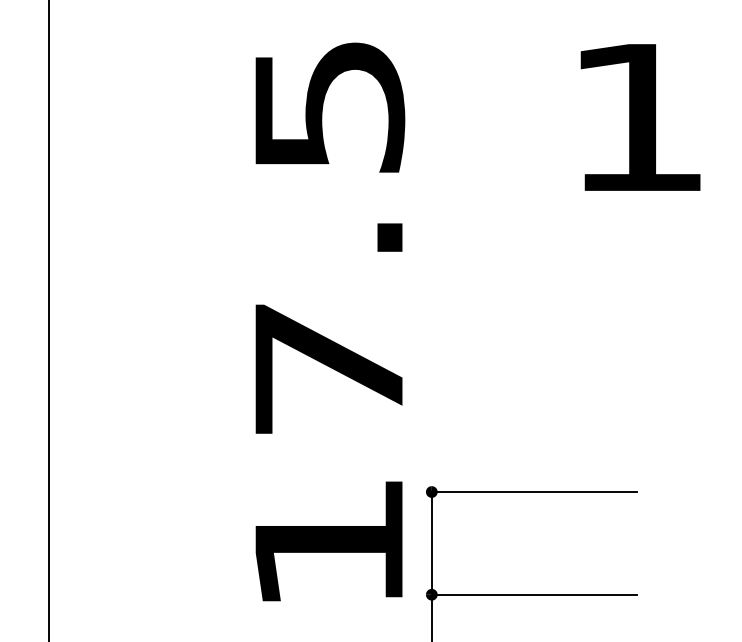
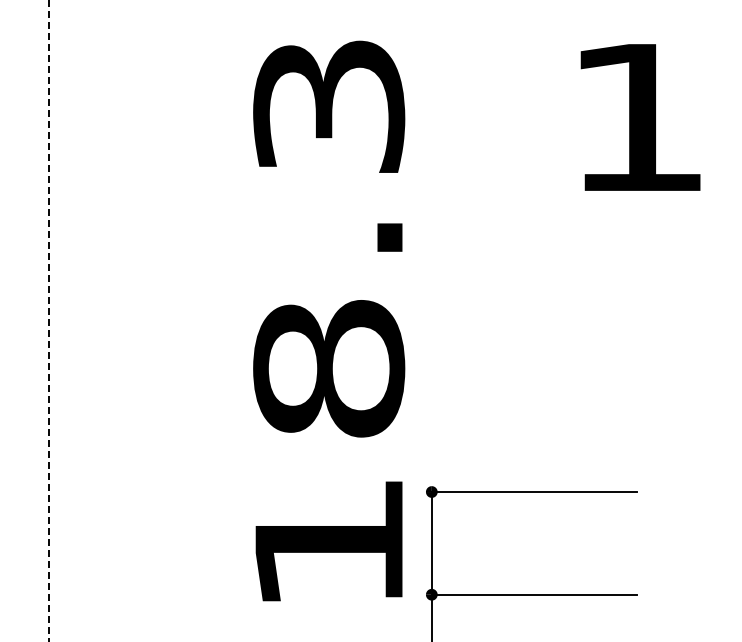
text at (329, 238): 17.5 -> 18.3
line at (48, 321): solid -> dashed
